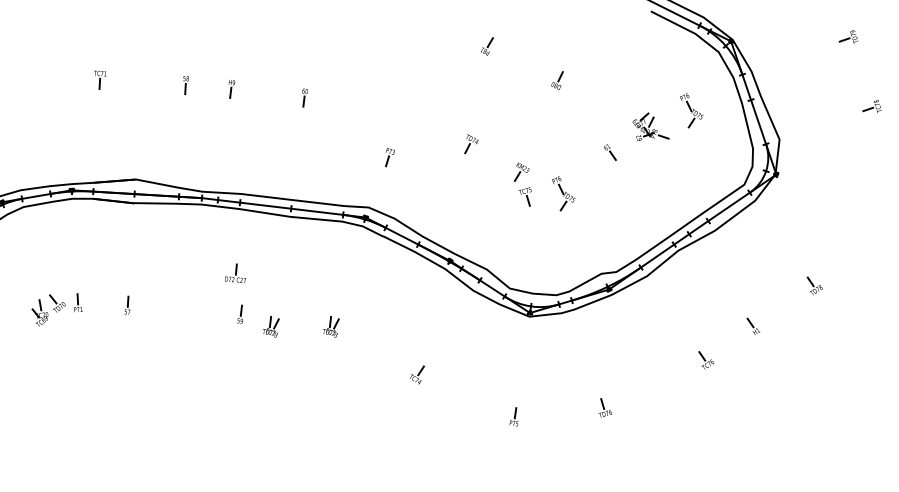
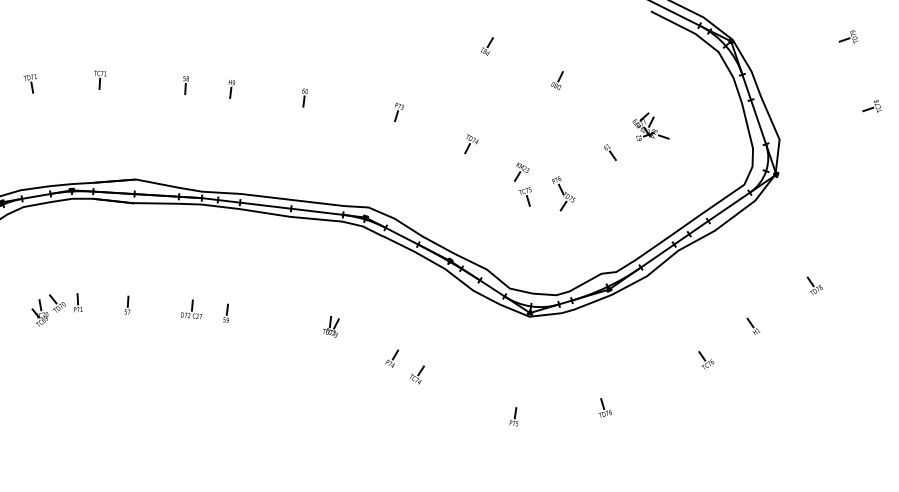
part at (29, 83): none -> present
part at (691, 110): present -> none
part at (389, 157) position: (389, 157) -> (398, 112)
part at (235, 272) position: (235, 272) -> (191, 308)
part at (239, 313) position: (239, 313) -> (225, 312)
part at (271, 326): present -> none
part at (392, 358): none -> present
